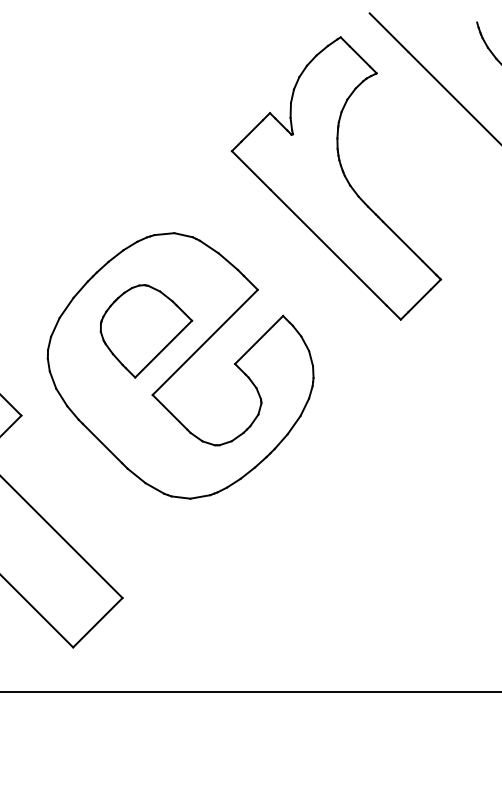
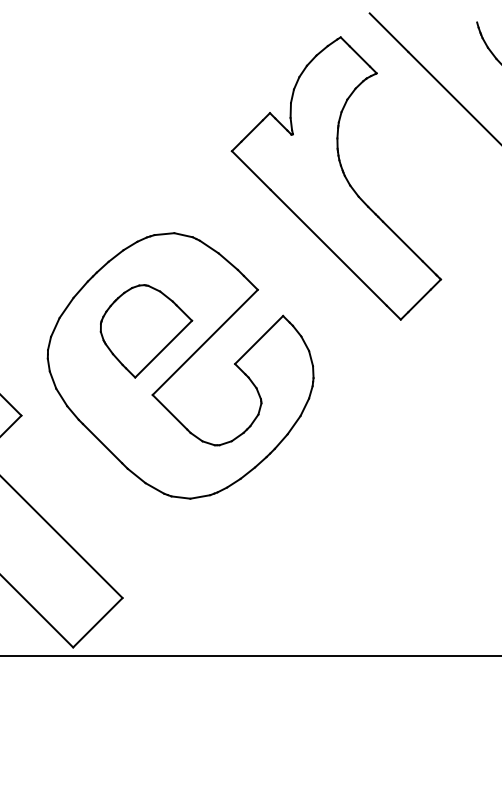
line at (250, 691) position: (250, 691) -> (250, 655)
